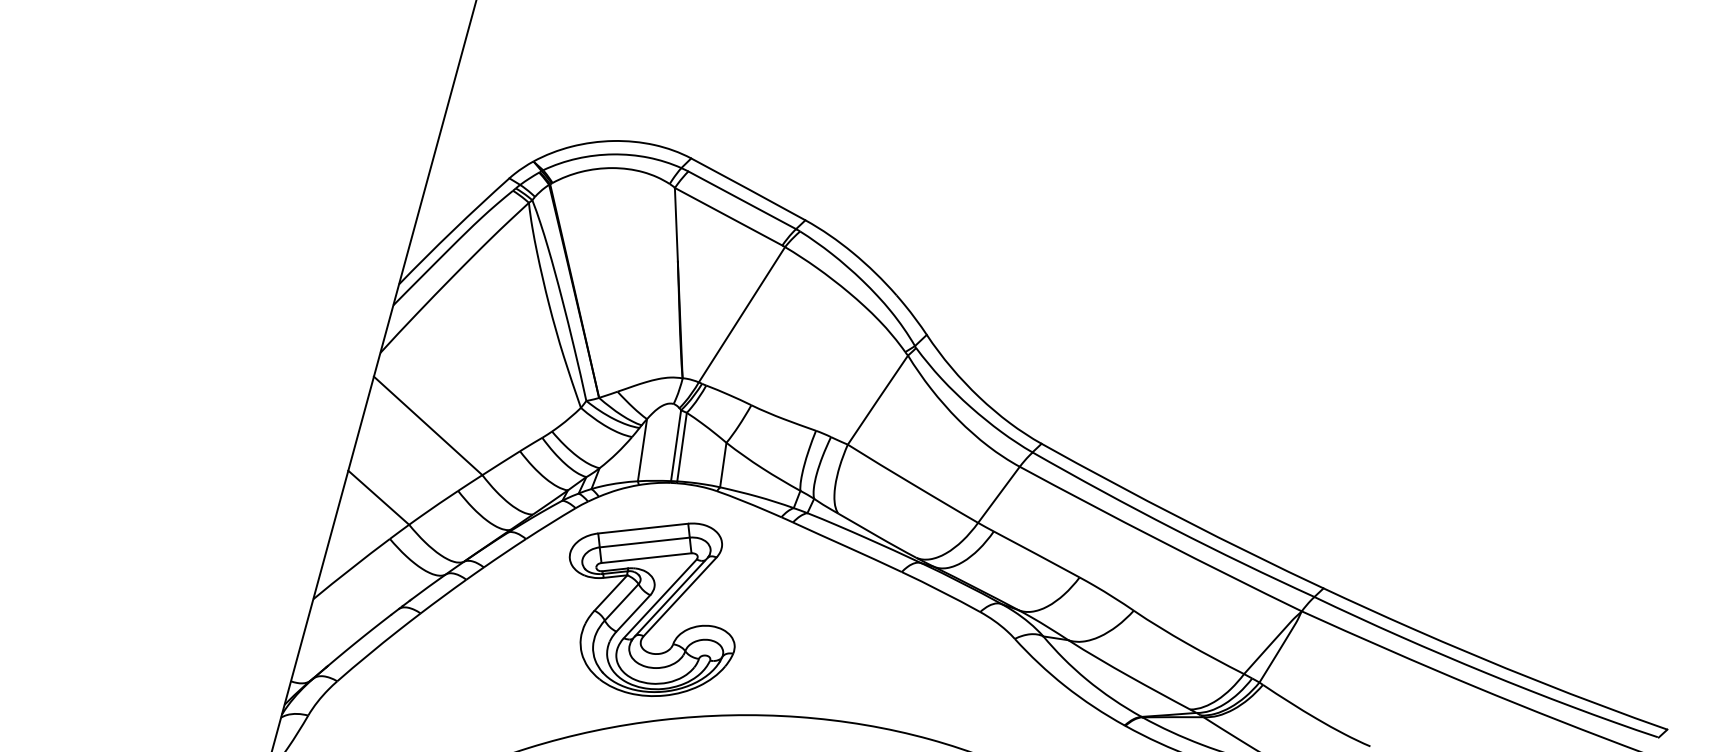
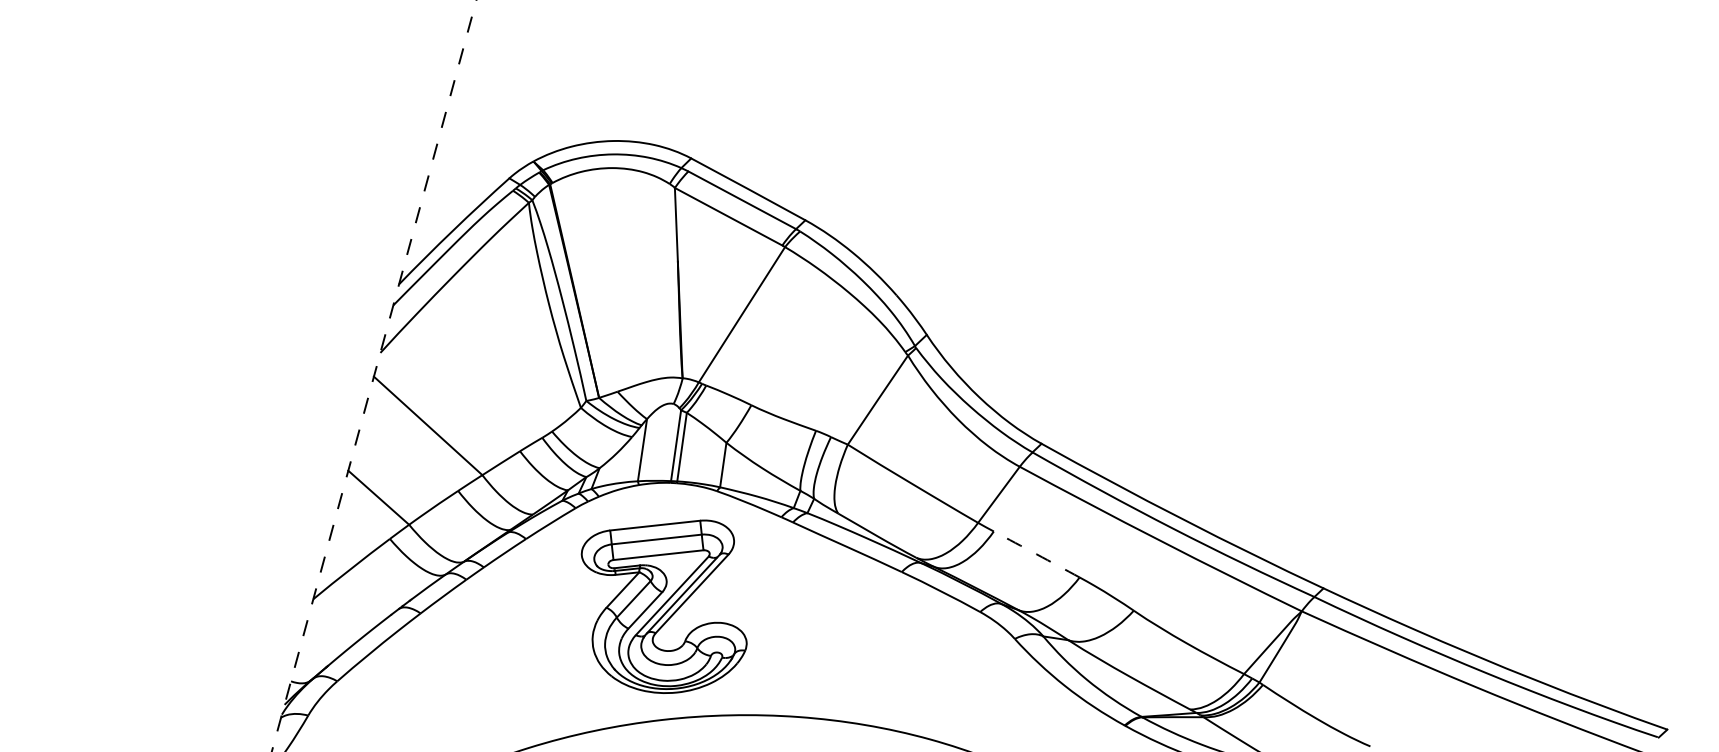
line at (374, 376): solid -> dashed
arc at (1036, 554): solid -> dashed
part at (651, 609) position: (651, 609) -> (663, 606)
